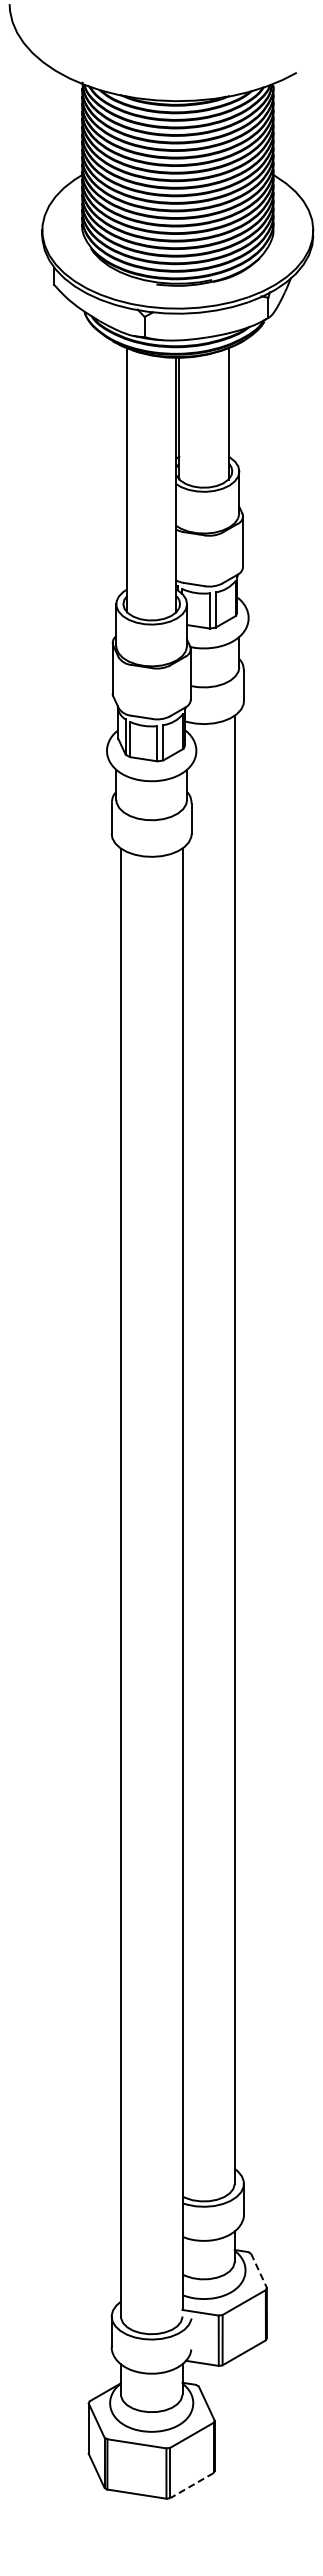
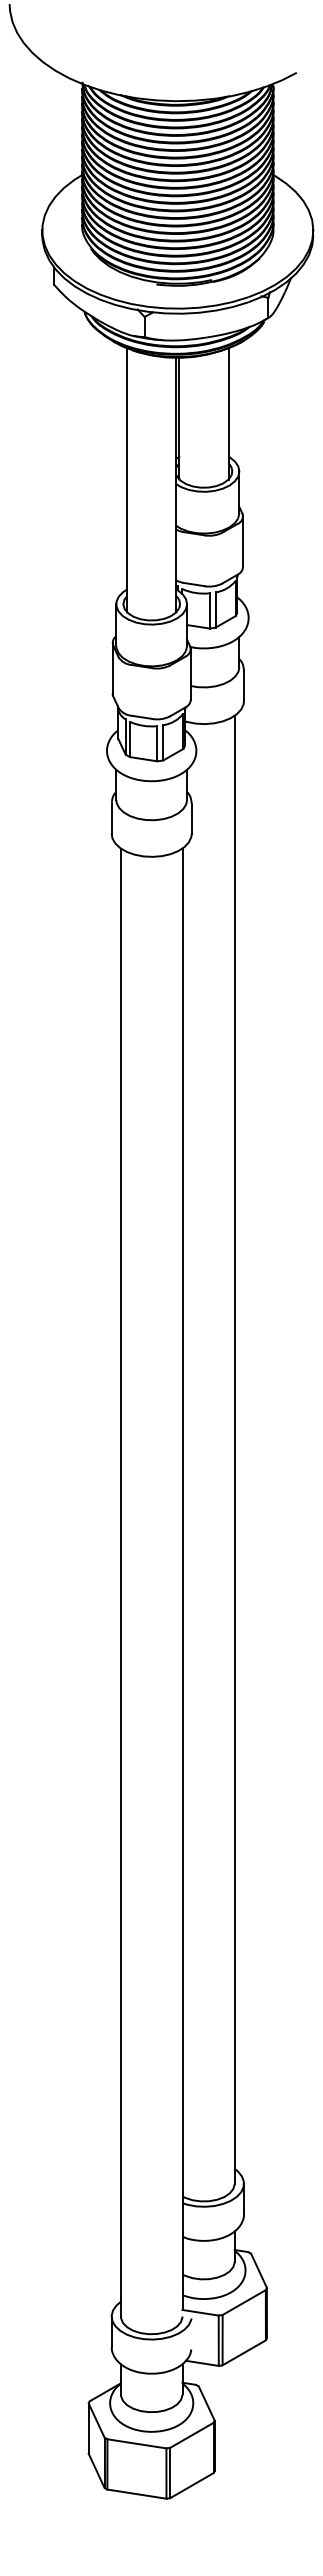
line at (259, 2270): dashed -> solid
line at (191, 2485): dashed -> solid
